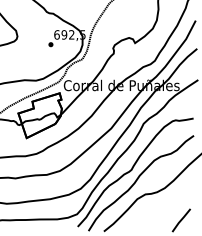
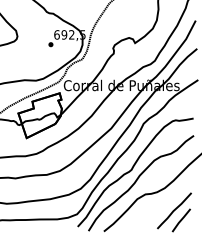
part at (174, 210): none -> present
